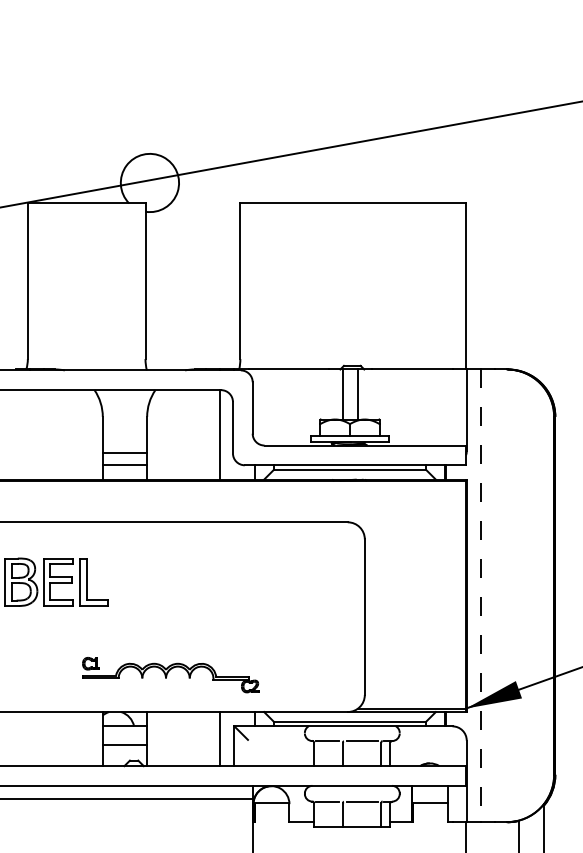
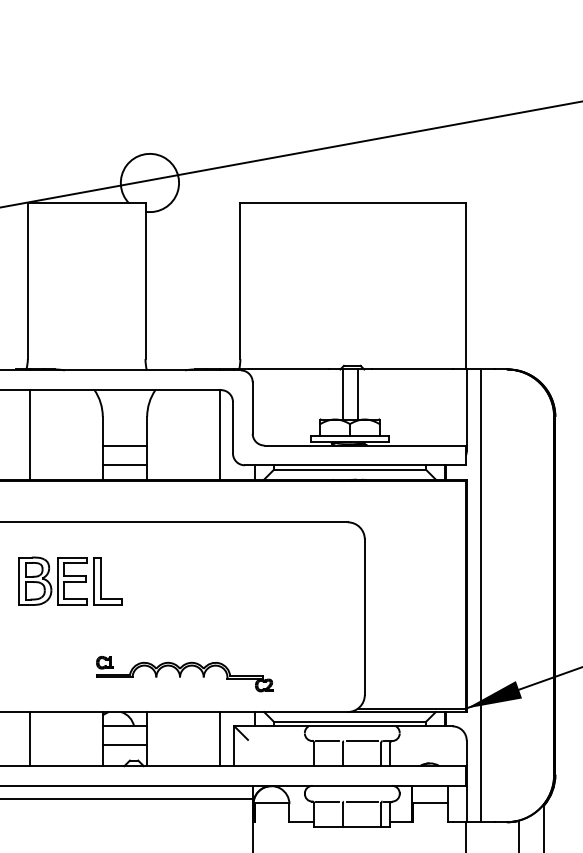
line at (29, 434): none -> present
line at (124, 453) position: (124, 453) -> (124, 446)
part at (56, 581) position: (56, 581) -> (70, 580)
line at (480, 596): dashed -> solid
part at (170, 675) position: (170, 675) -> (184, 674)
line at (29, 739): none -> present
